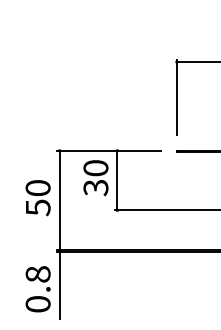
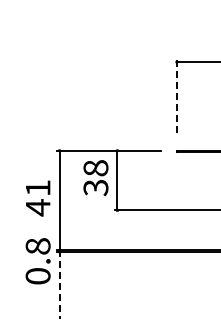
line at (176, 97): solid -> dashed
text at (95, 168): 30 -> 38
text at (37, 198): 50 -> 41
line at (59, 285): solid -> dashed
text at (37, 289) position: (37, 289) -> (37, 261)
